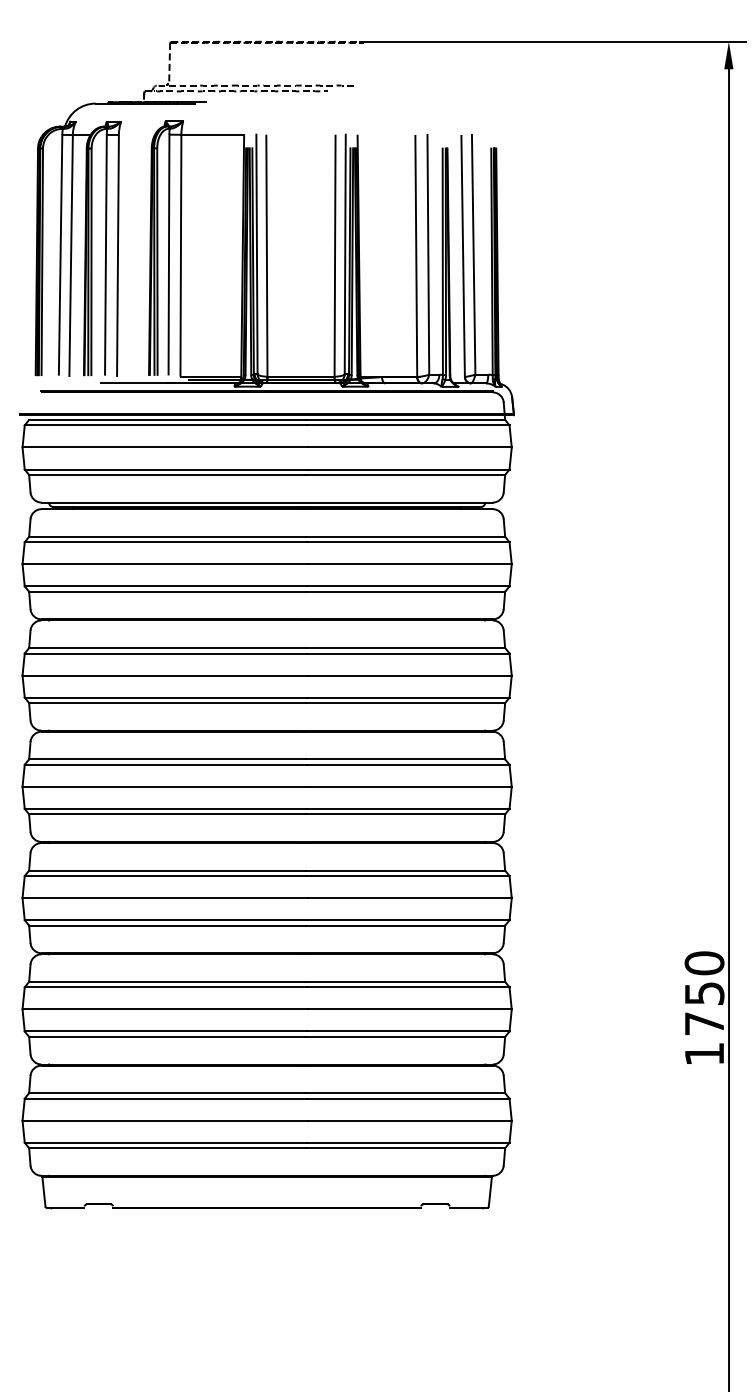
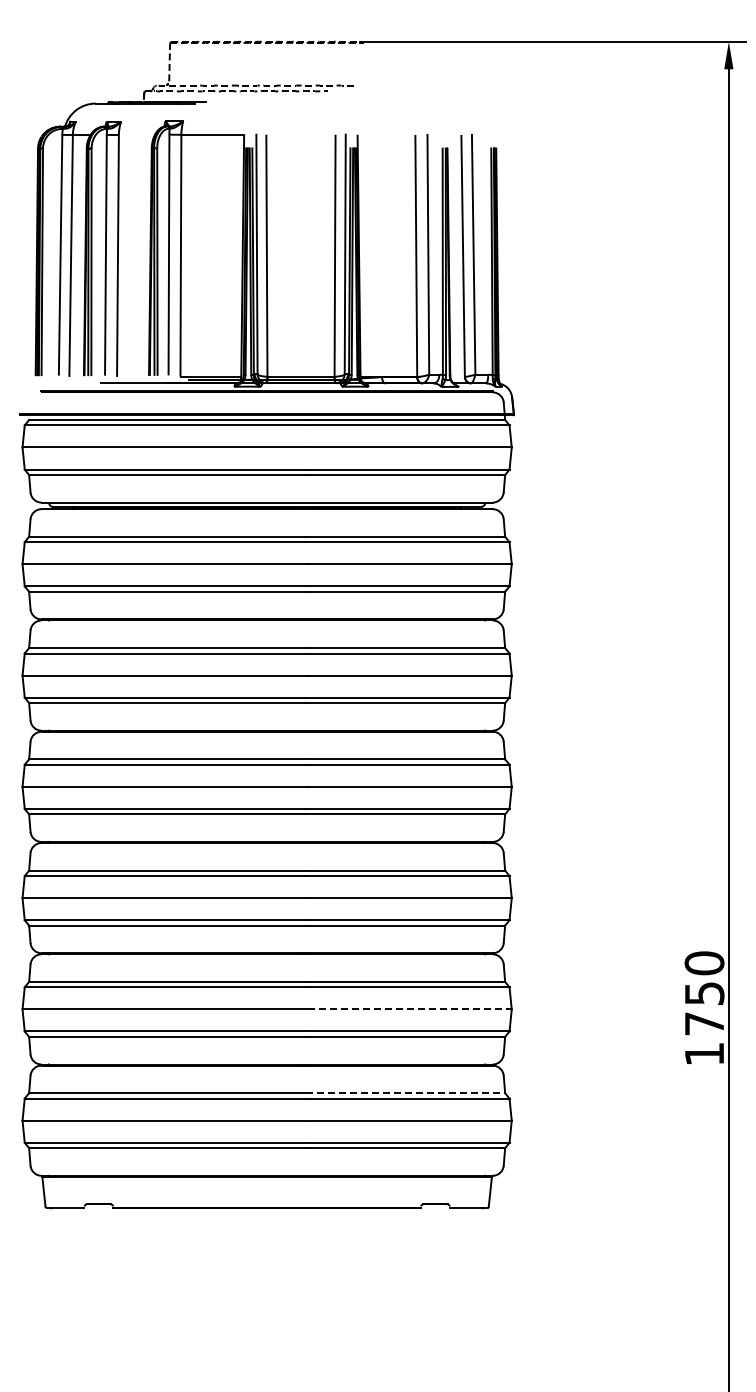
line at (410, 1009): solid -> dashed
line at (406, 1093): solid -> dashed
